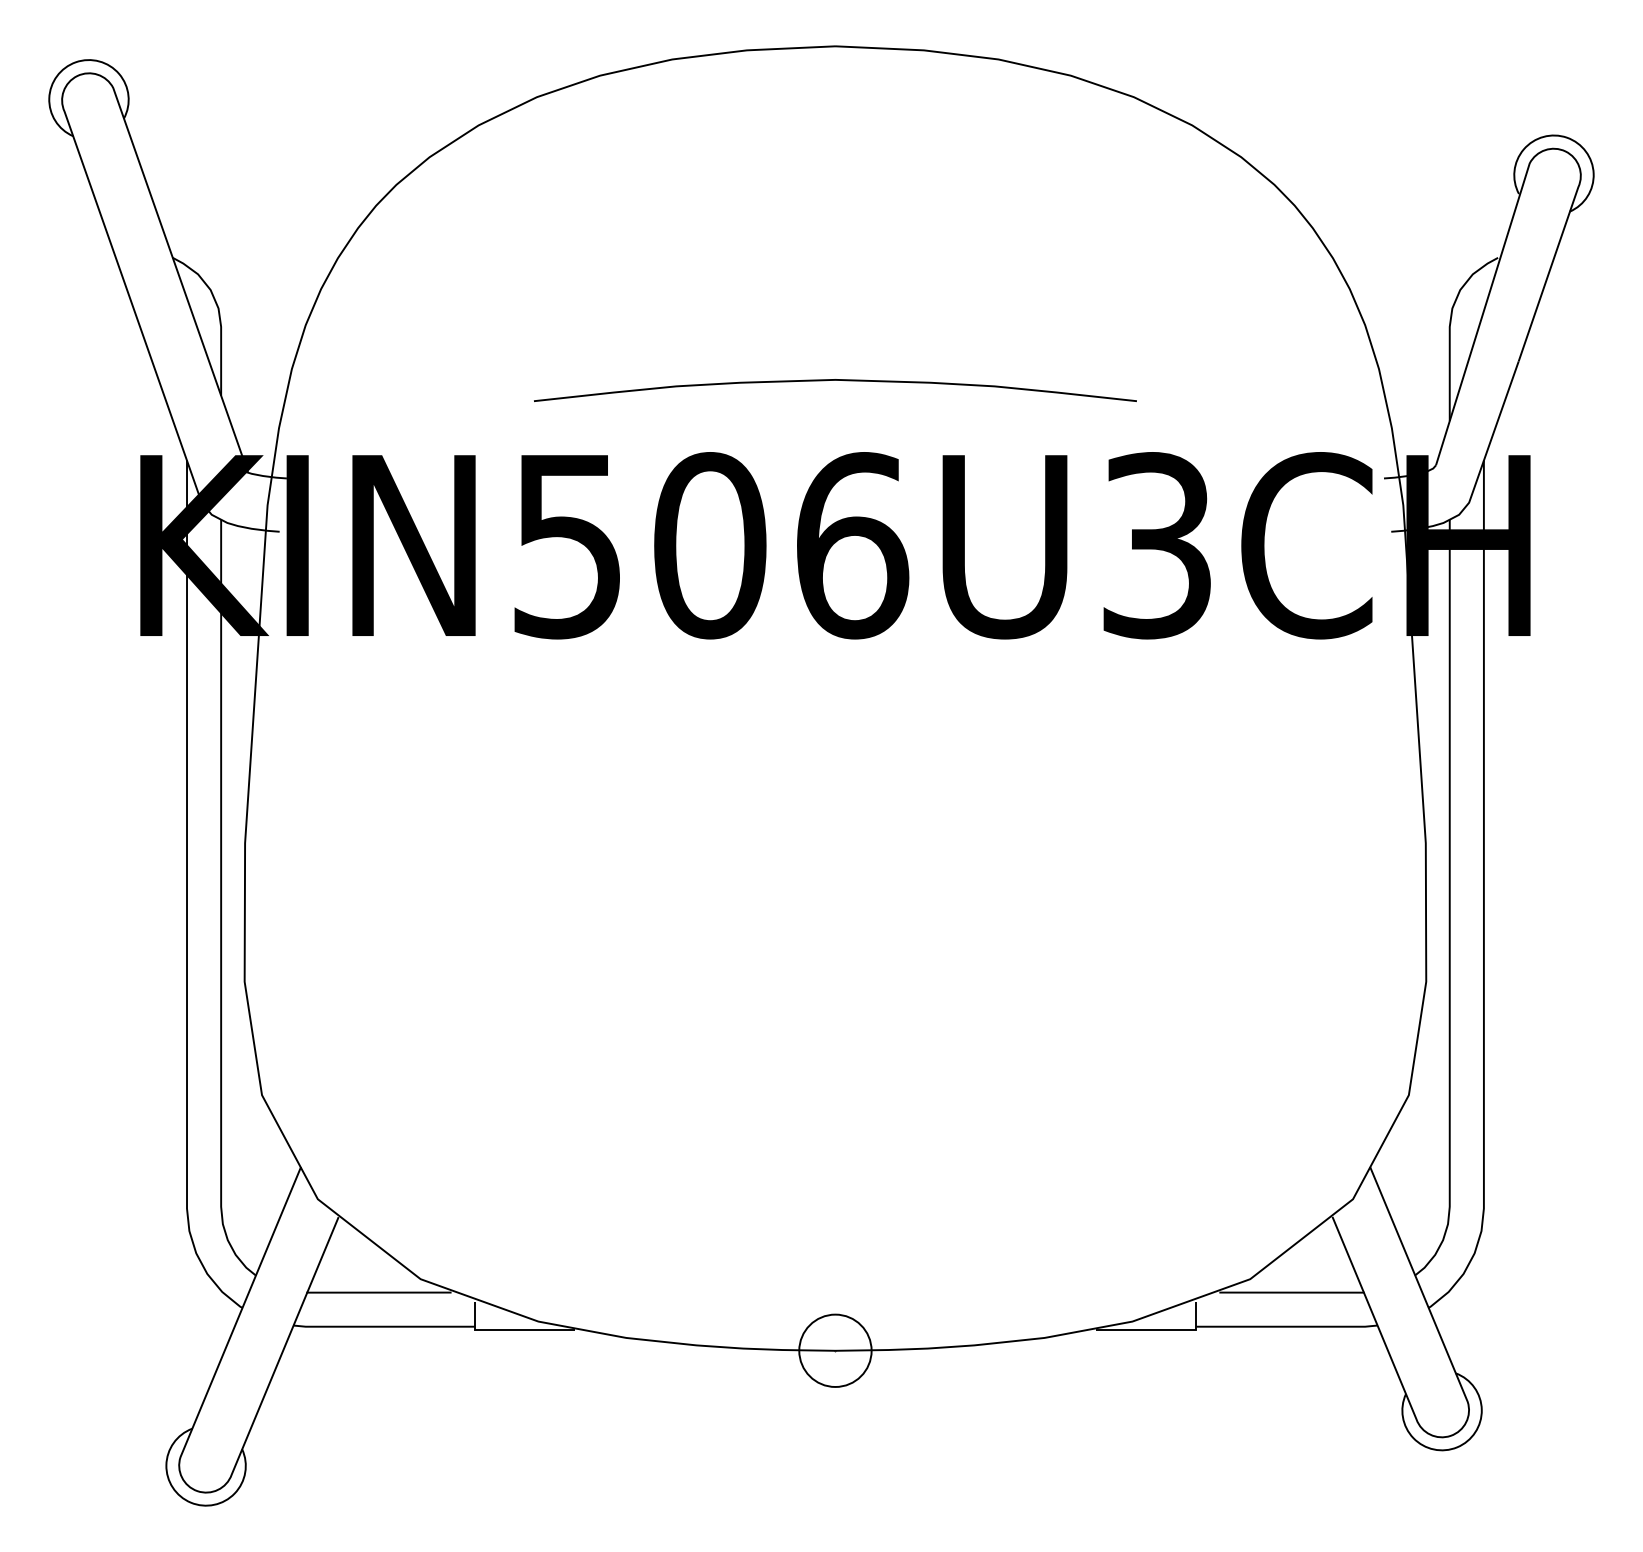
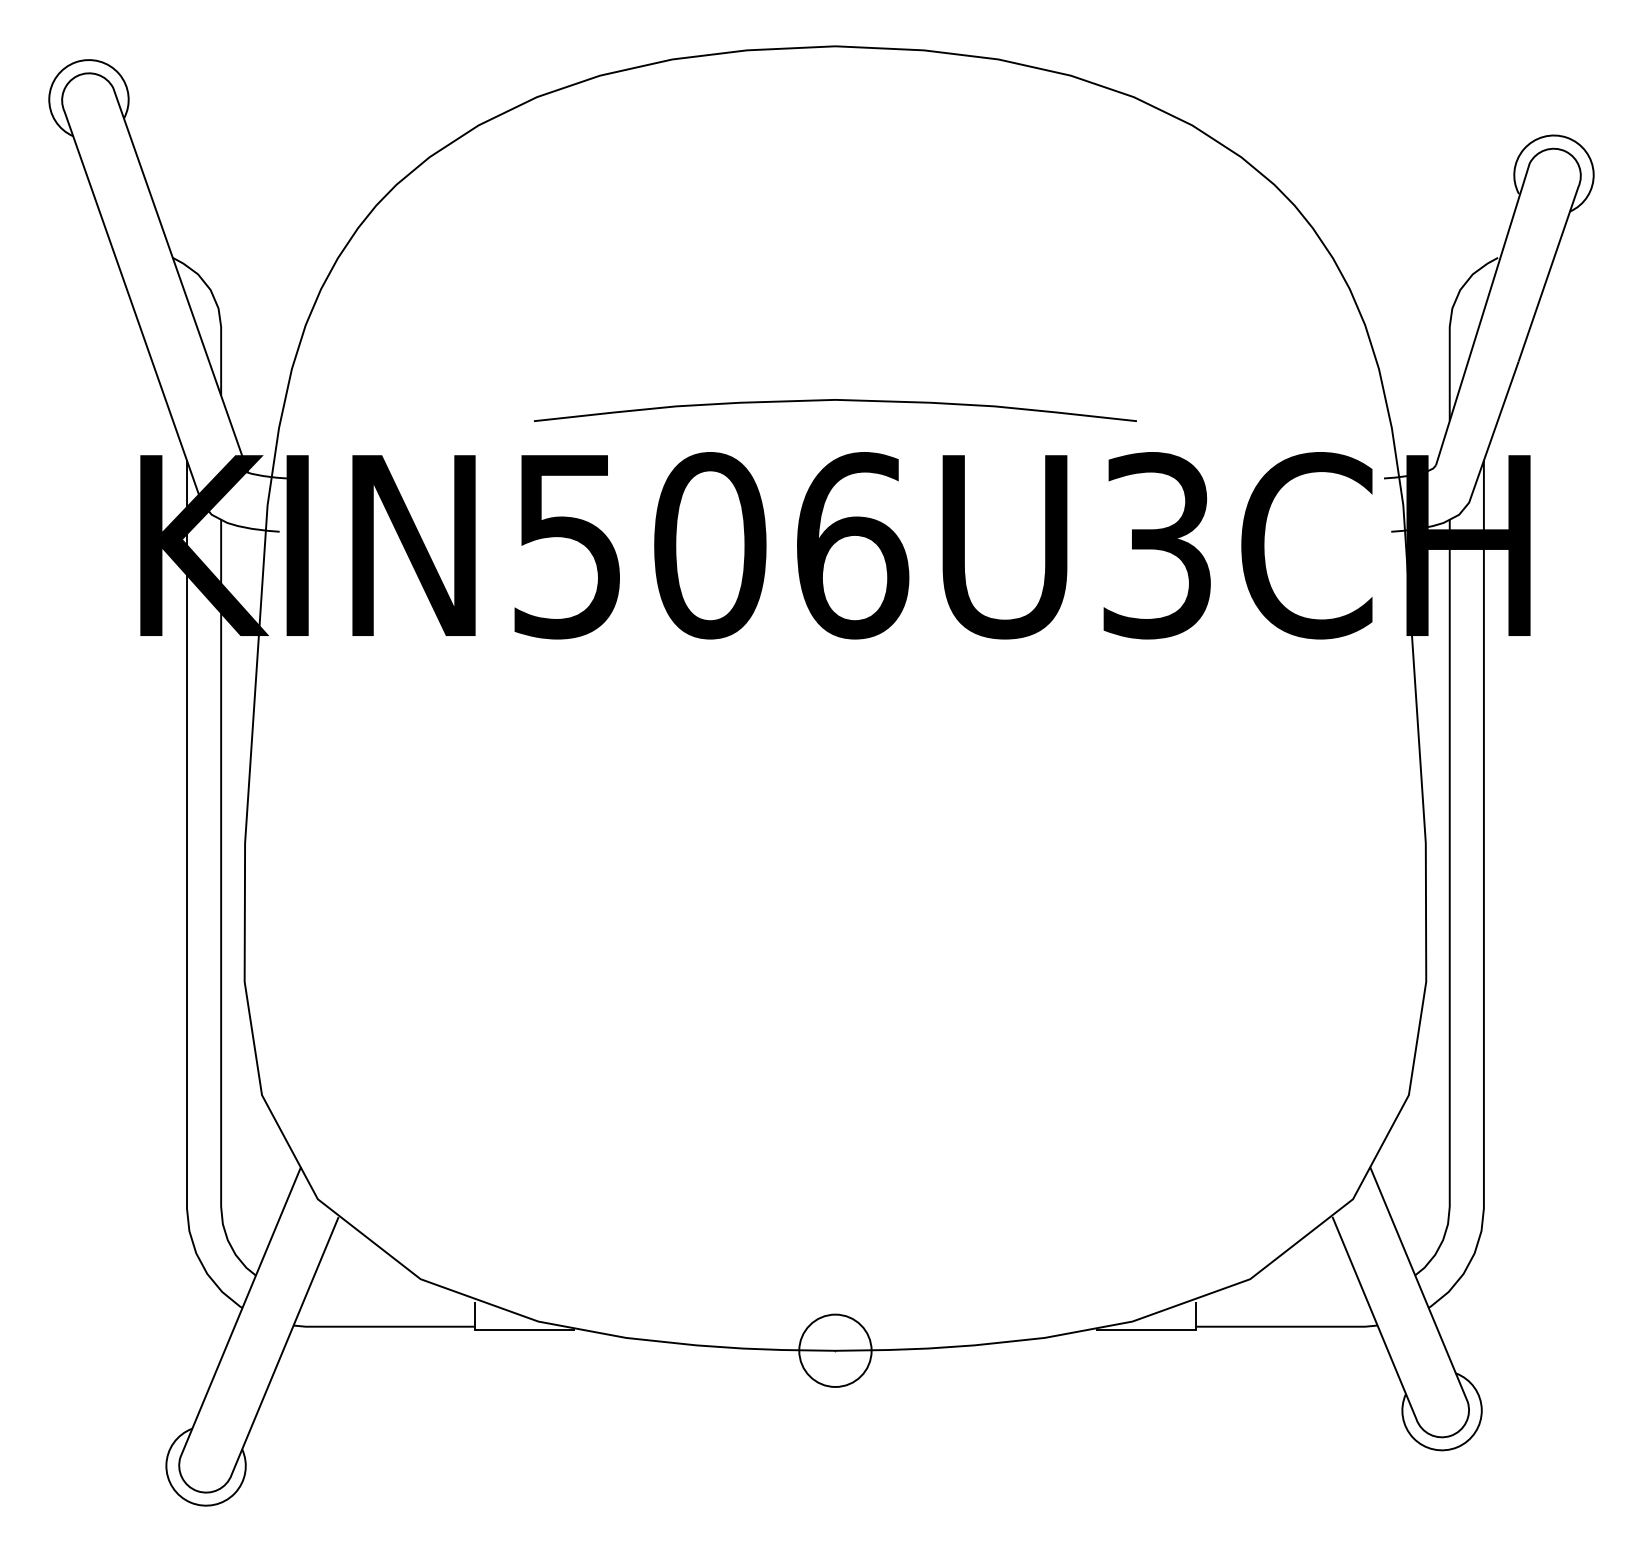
curve at (835, 380) position: (835, 380) -> (835, 400)
line at (378, 1292): present -> none
line at (1291, 1292): present -> none
